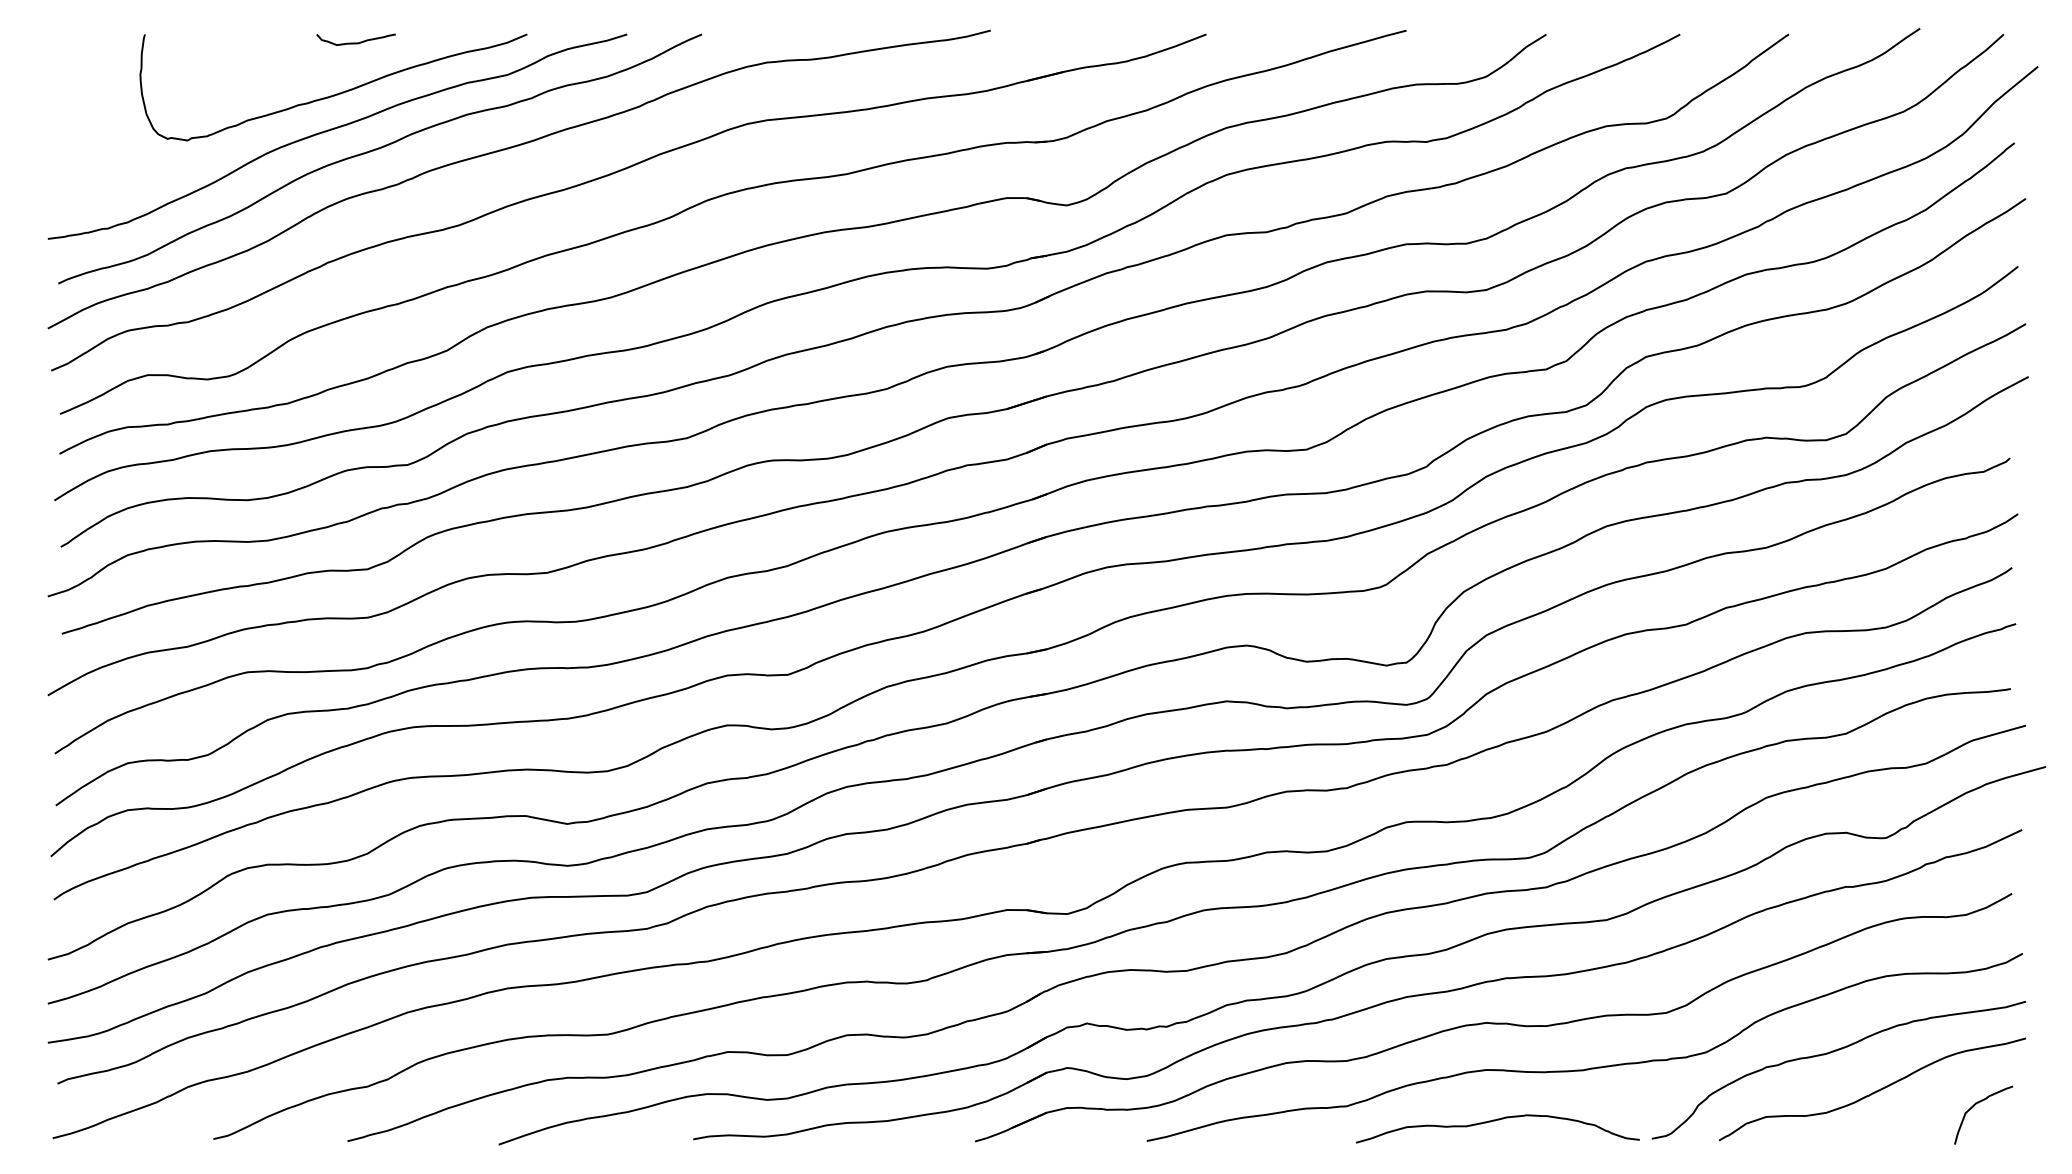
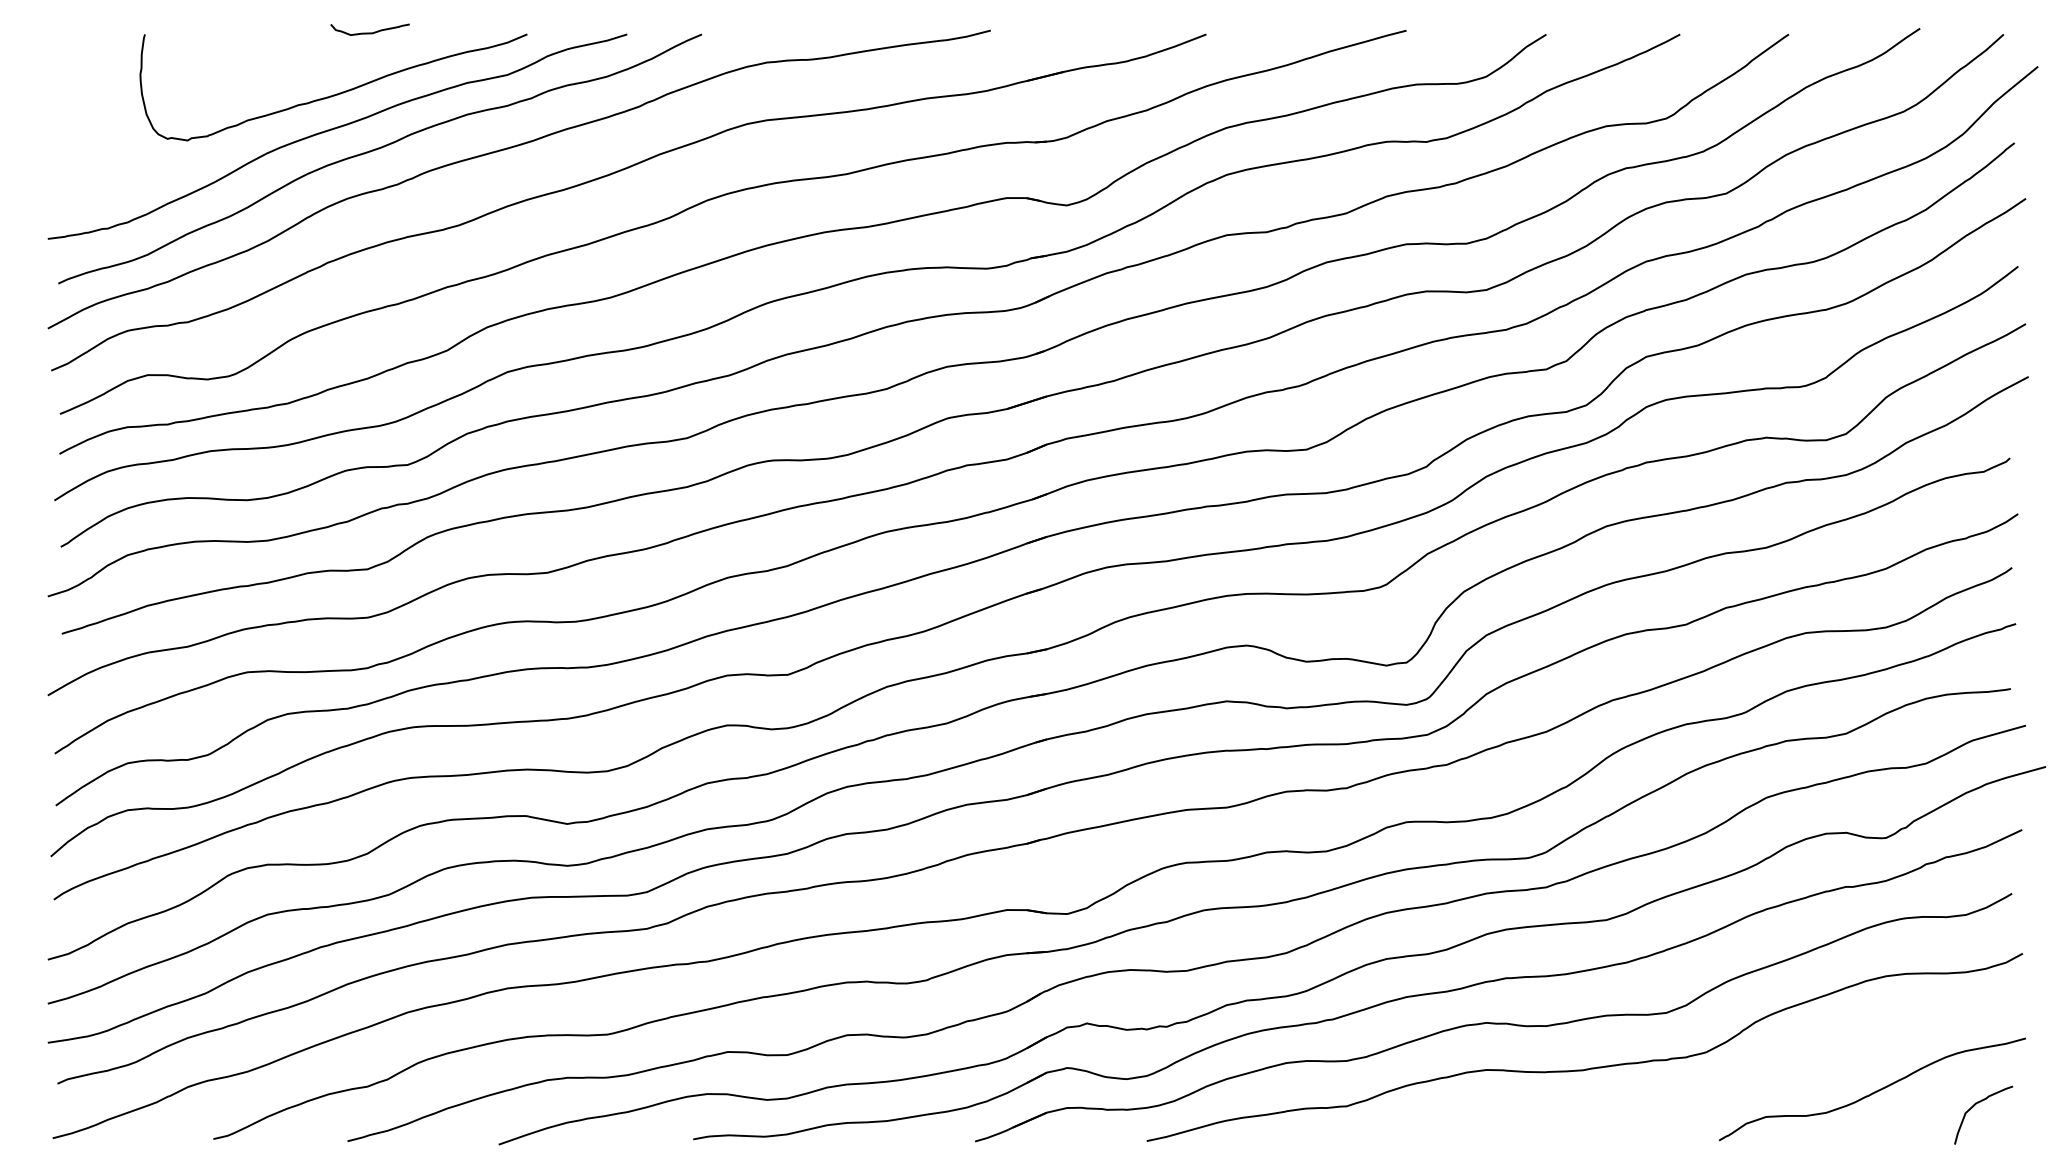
curve at (355, 42) position: (355, 42) -> (369, 32)
curve at (1833, 1052): present -> none
curve at (1495, 1121): present -> none
